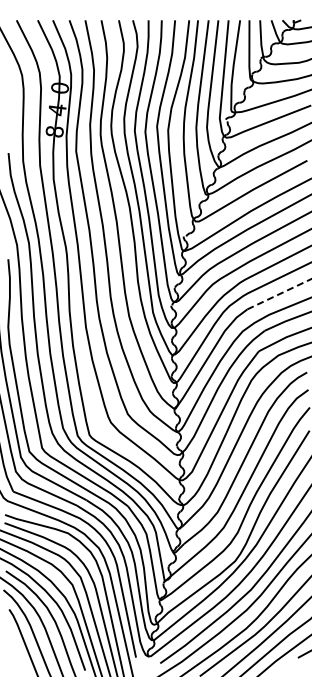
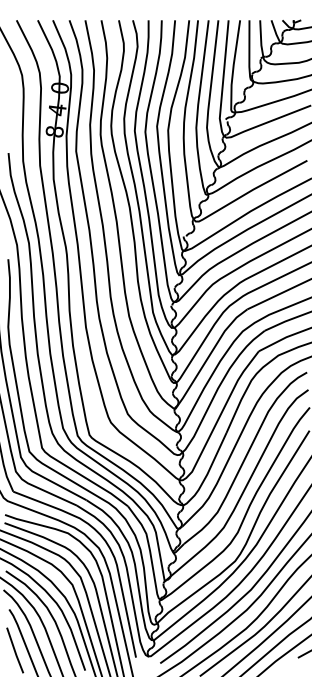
line at (279, 294): dashed -> solid
line at (15, 650): none -> present
